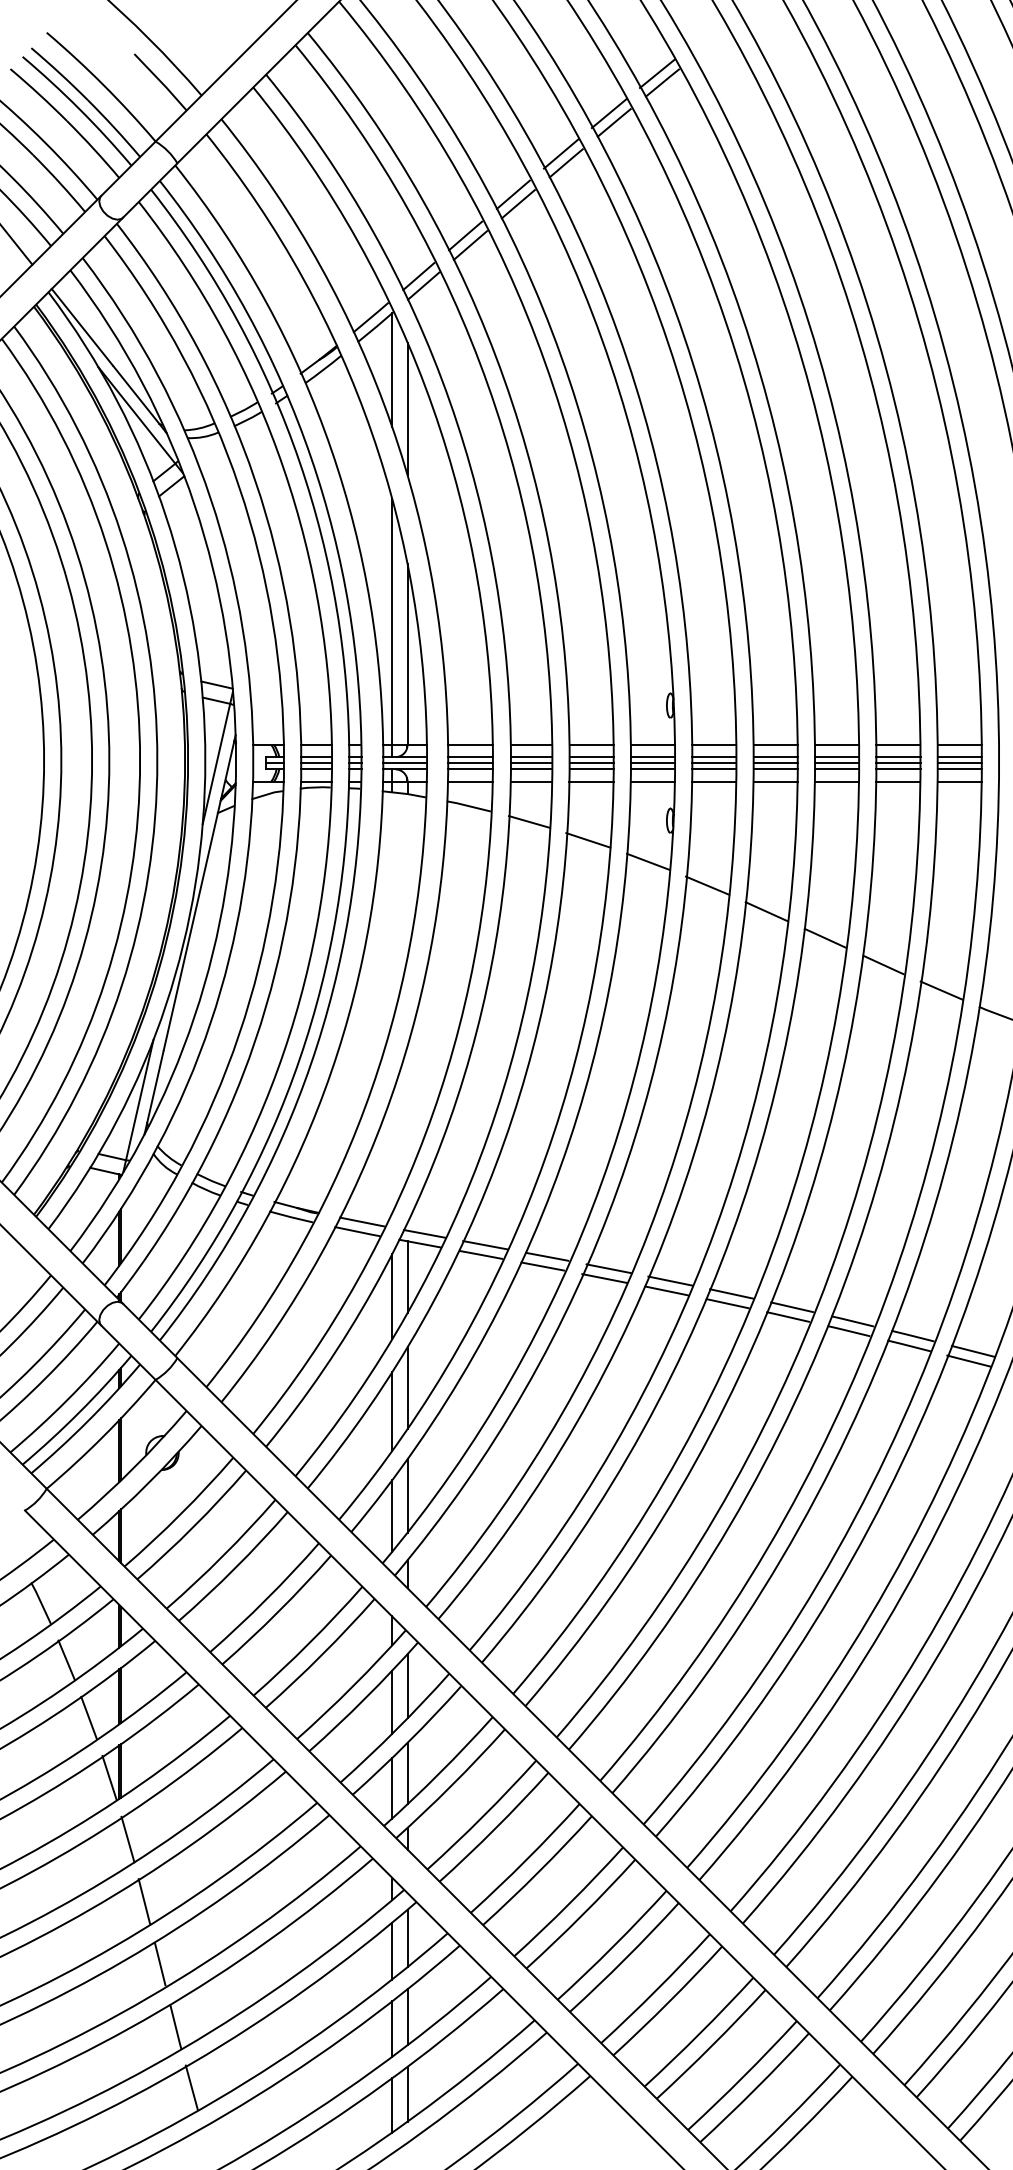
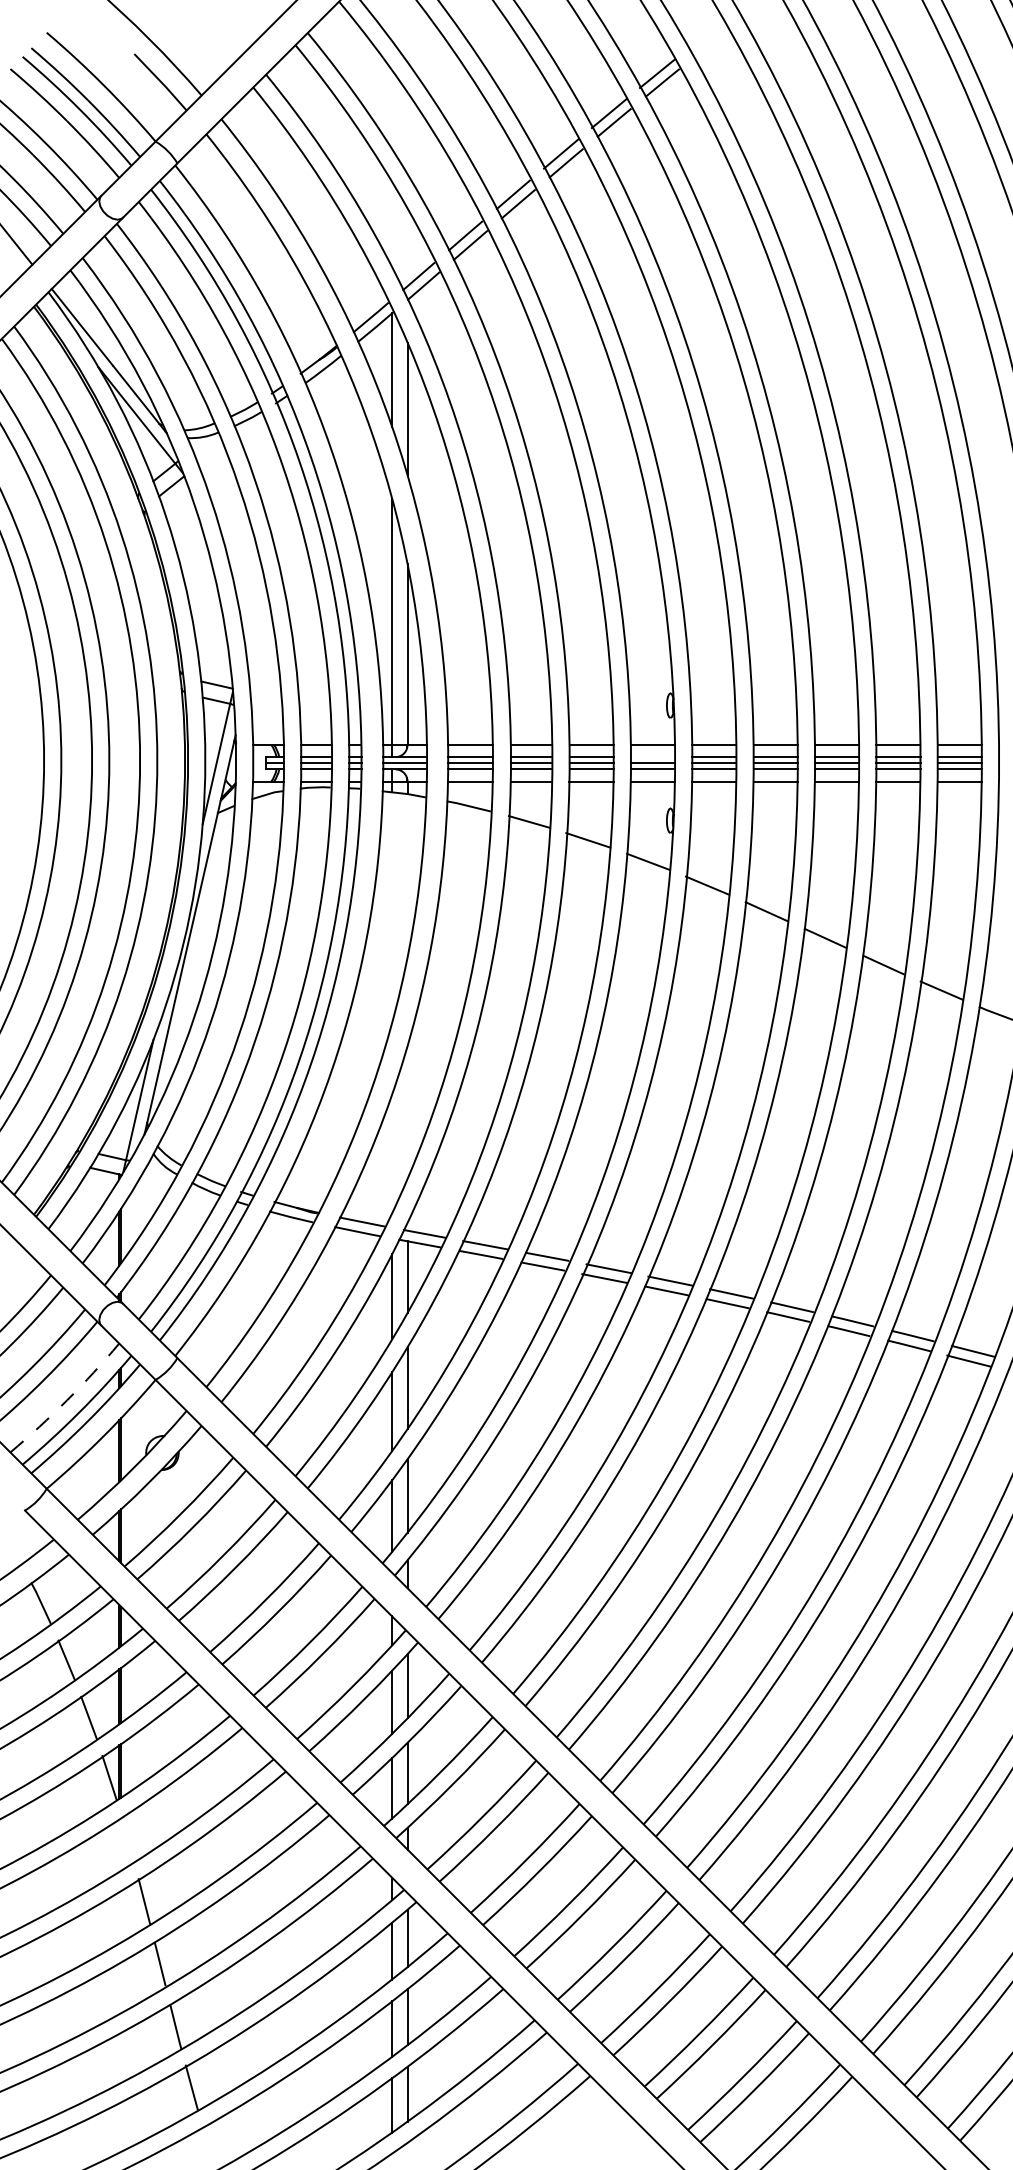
line at (653, 757): present -> none
arc at (67, 1400): solid -> dashed
line at (127, 1839): present -> none
